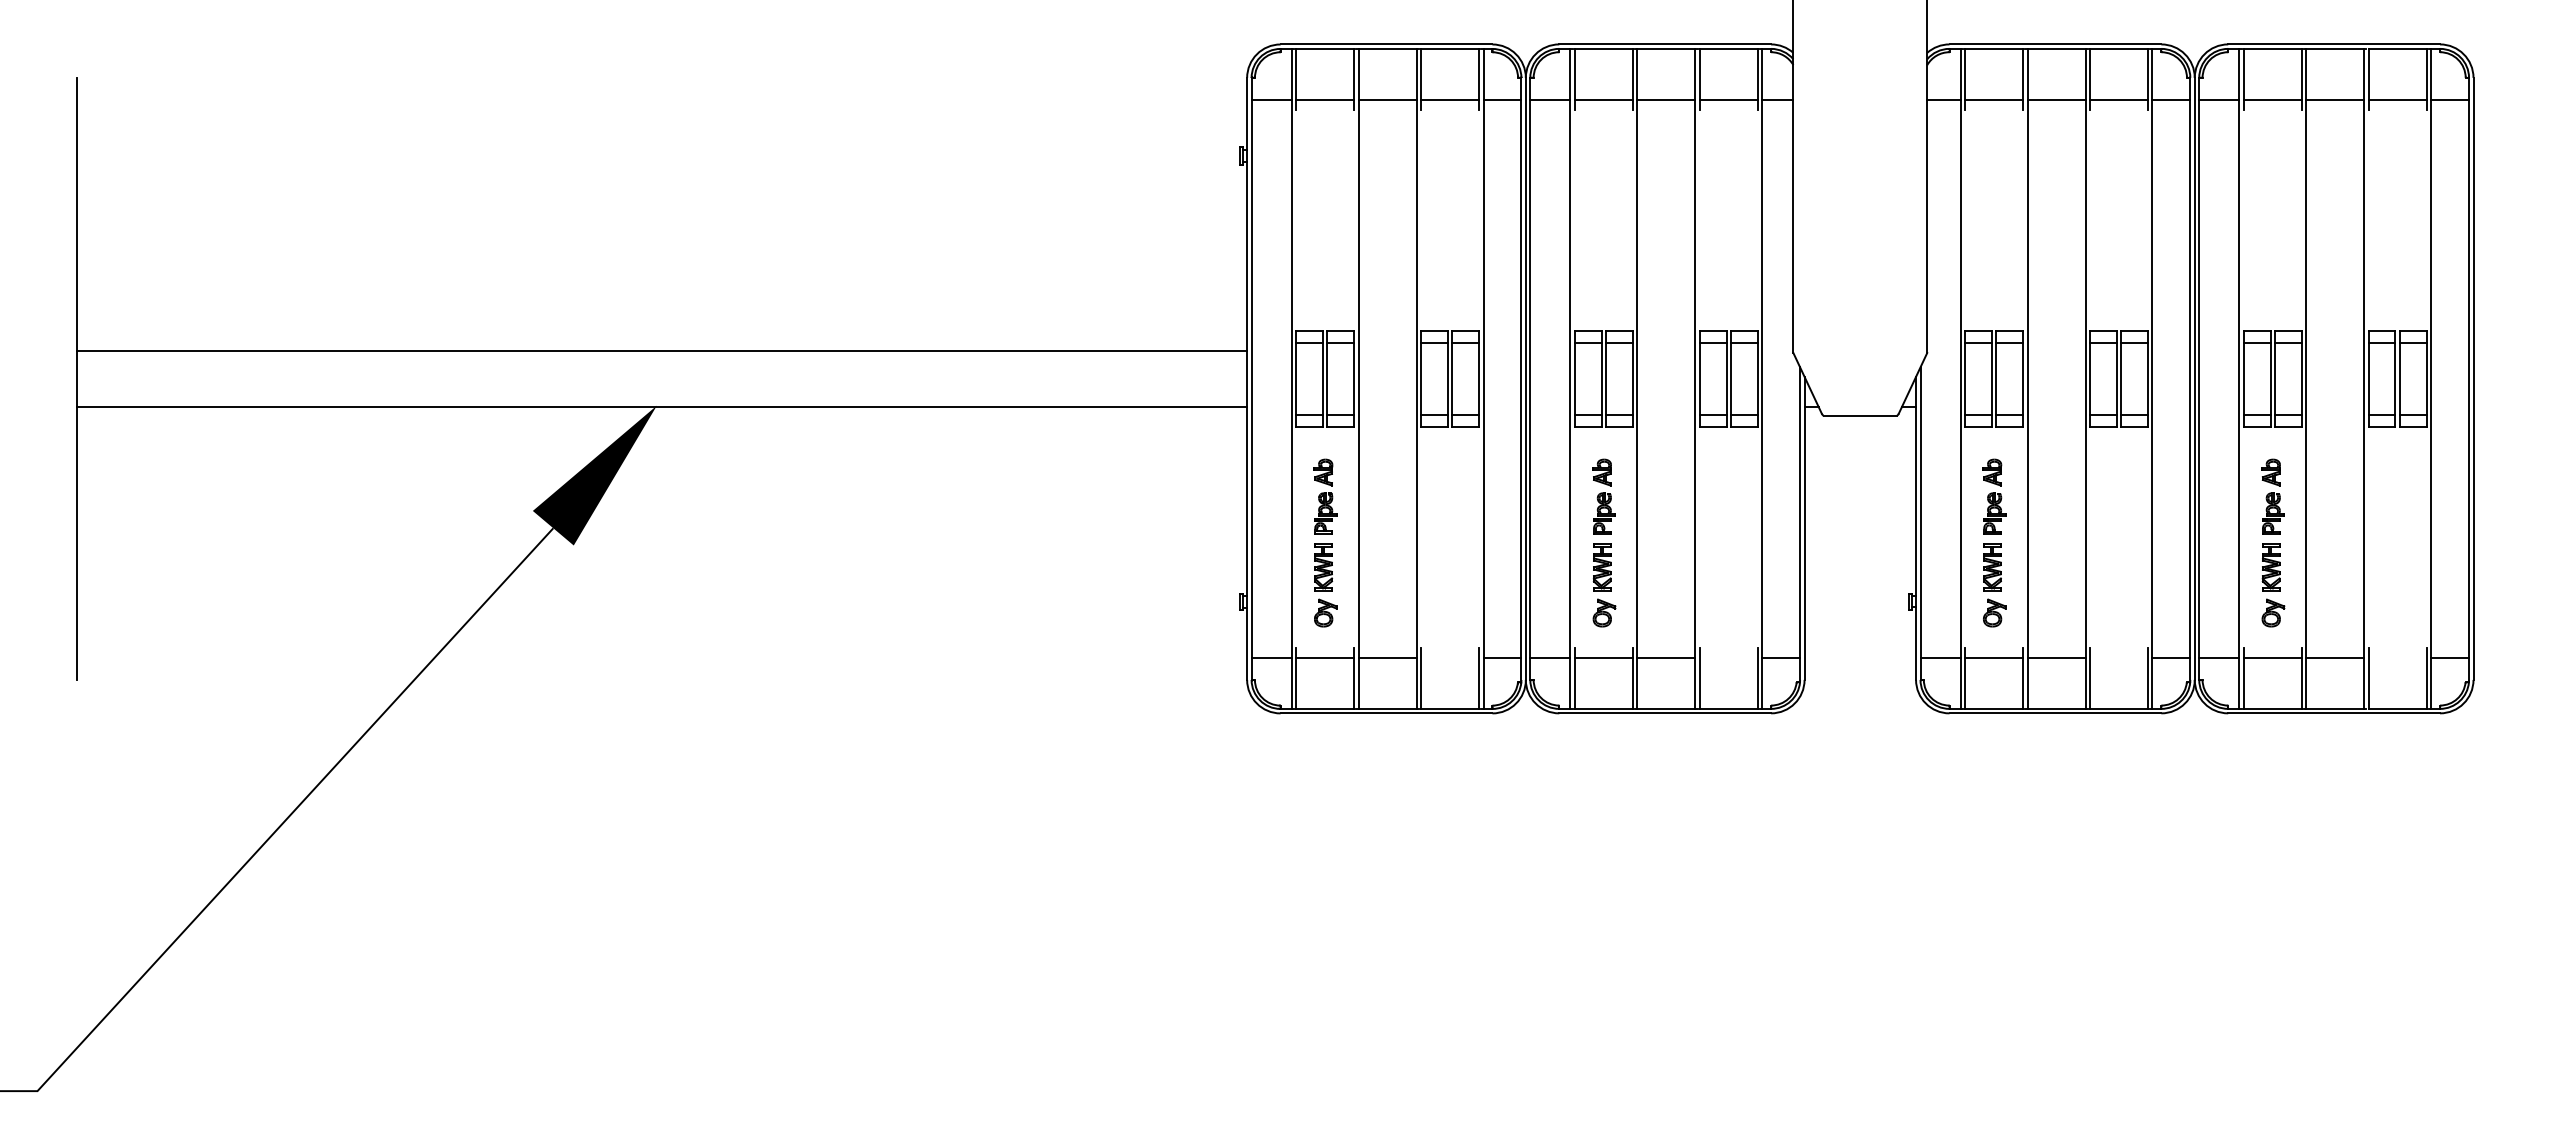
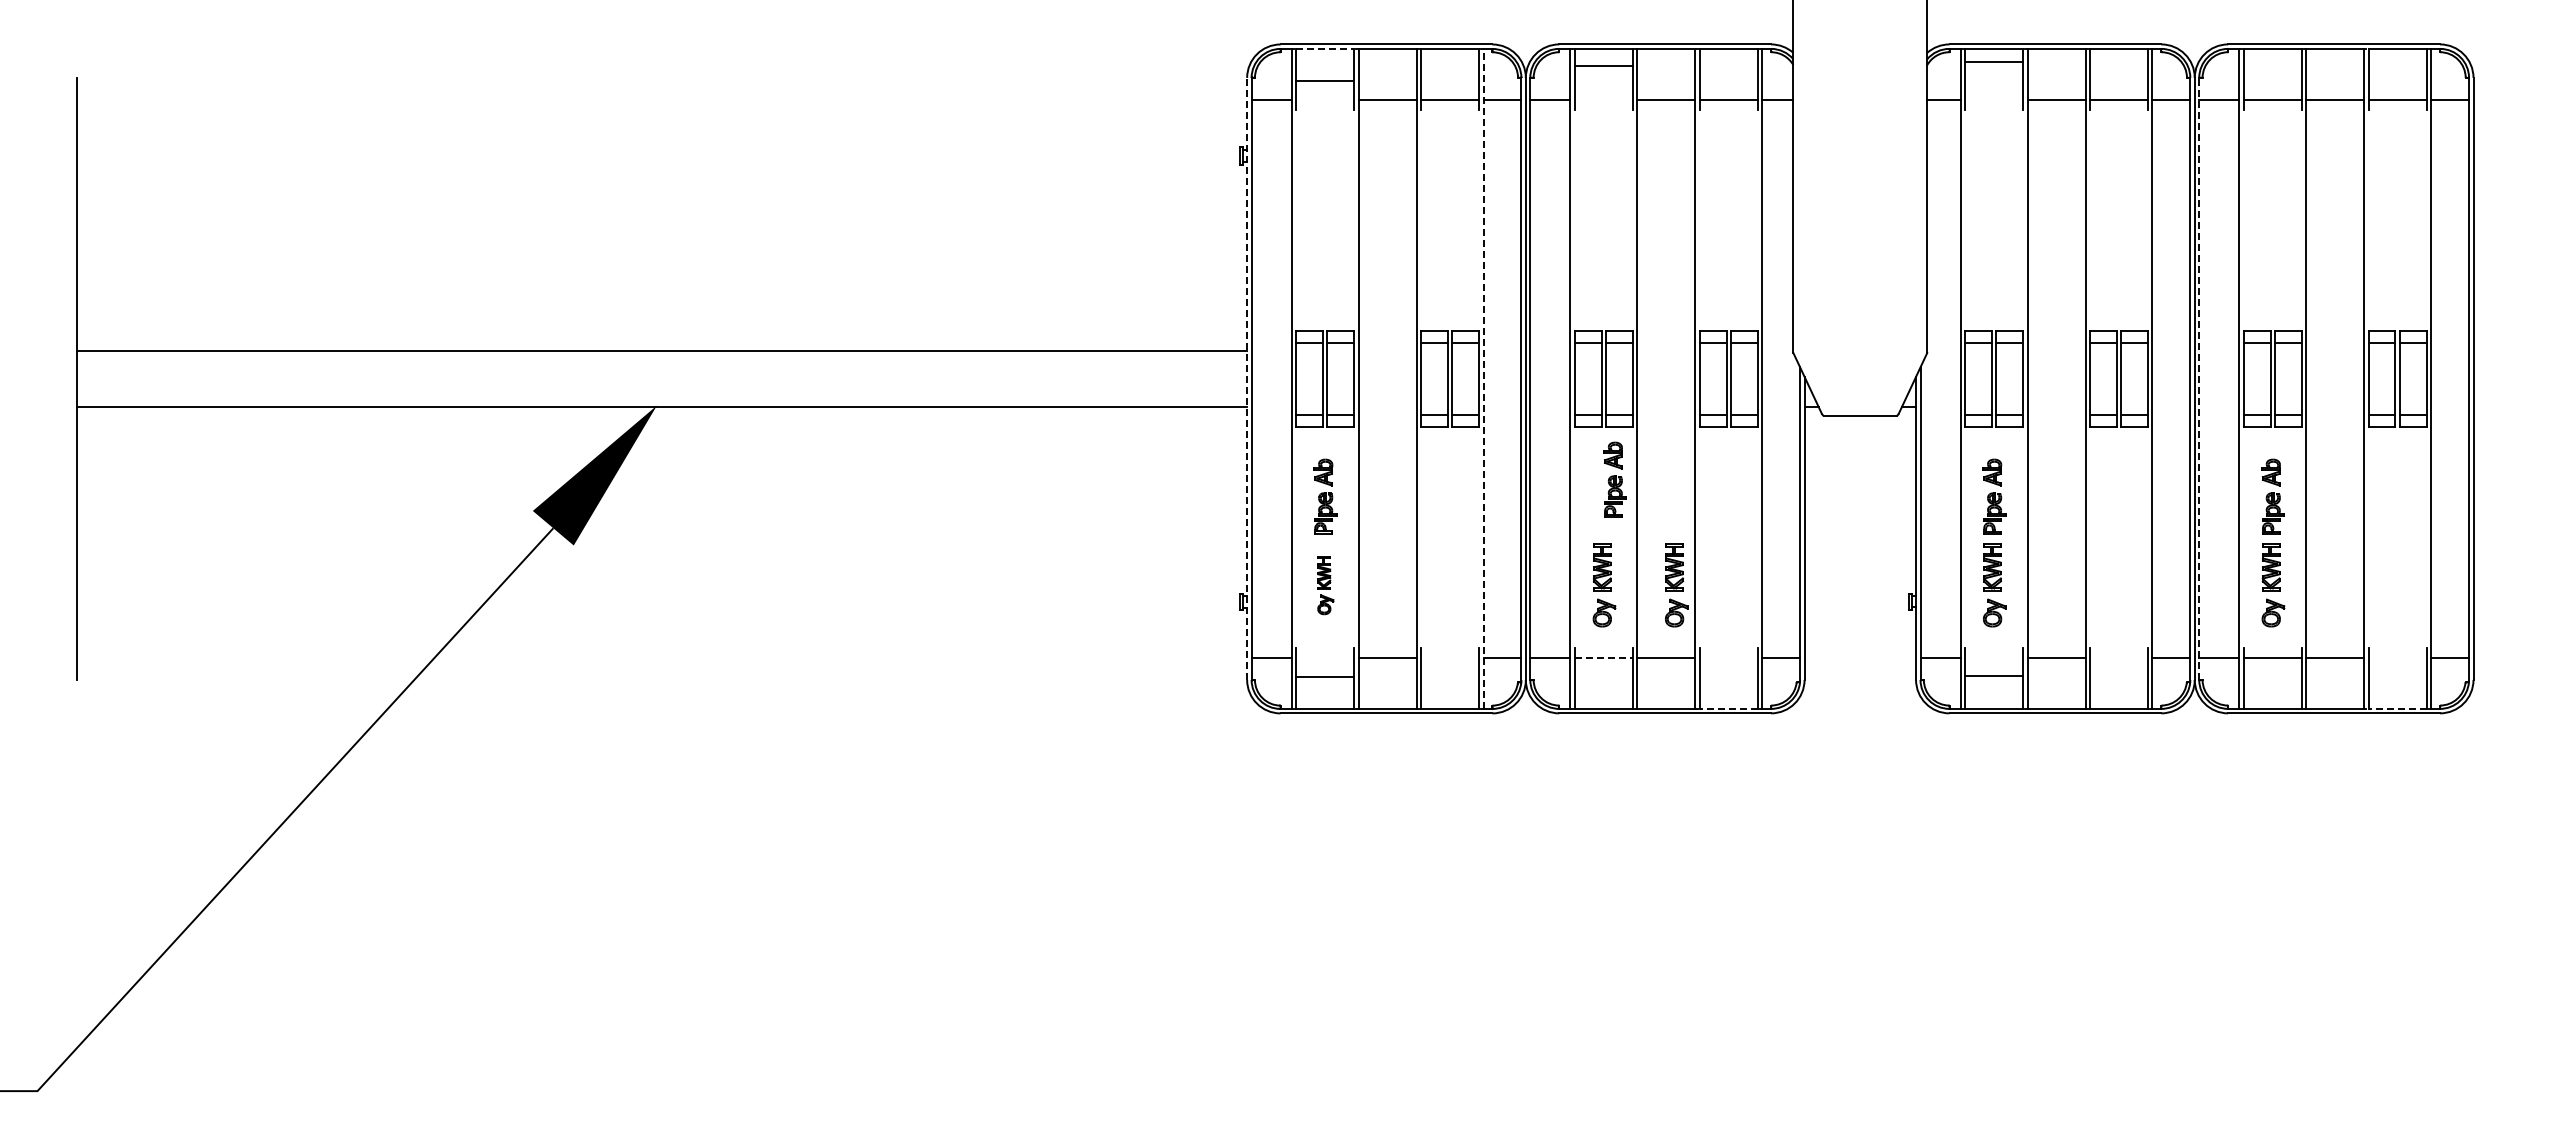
line at (1325, 48): solid -> dashed
line at (1325, 100) position: (1325, 100) -> (1325, 81)
line at (1603, 100) position: (1603, 100) -> (1603, 66)
line at (1994, 100) position: (1994, 100) -> (1994, 62)
line at (1247, 378): solid -> dashed
line at (1483, 378): solid -> dashed
line at (2199, 378): solid -> dashed
part at (1603, 496) position: (1603, 496) -> (1614, 479)
part at (1325, 585) size: 24x85 px -> 18x60 px
part at (1676, 585): none -> present
line at (1325, 657) position: (1325, 657) -> (1325, 676)
line at (1603, 657): solid -> dashed
line at (1994, 657) position: (1994, 657) -> (1994, 675)
line at (1728, 708): solid -> dashed
line at (2397, 708): solid -> dashed
